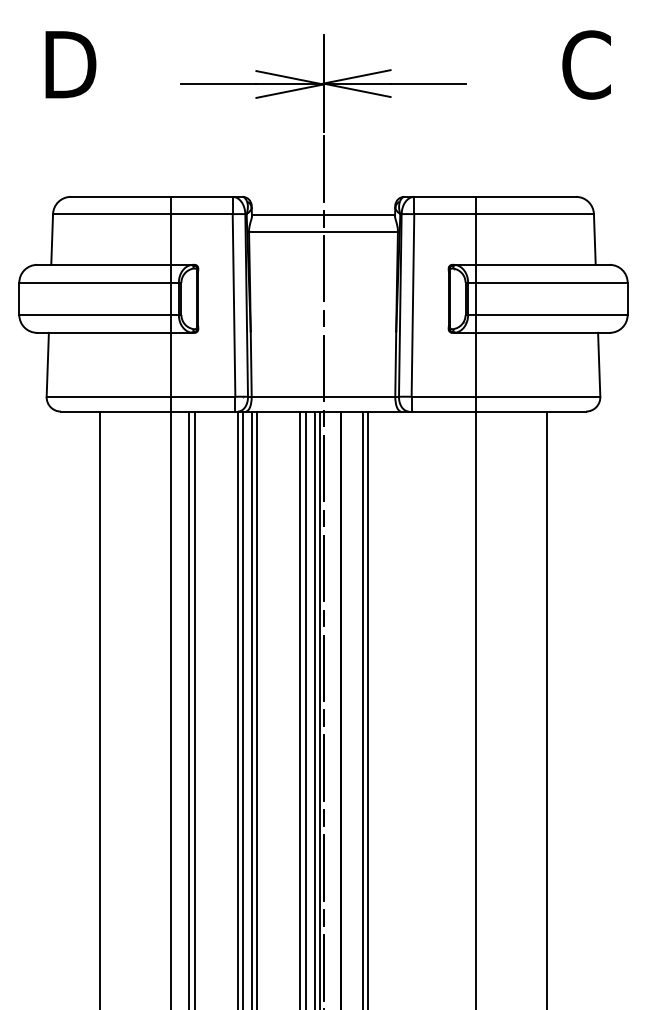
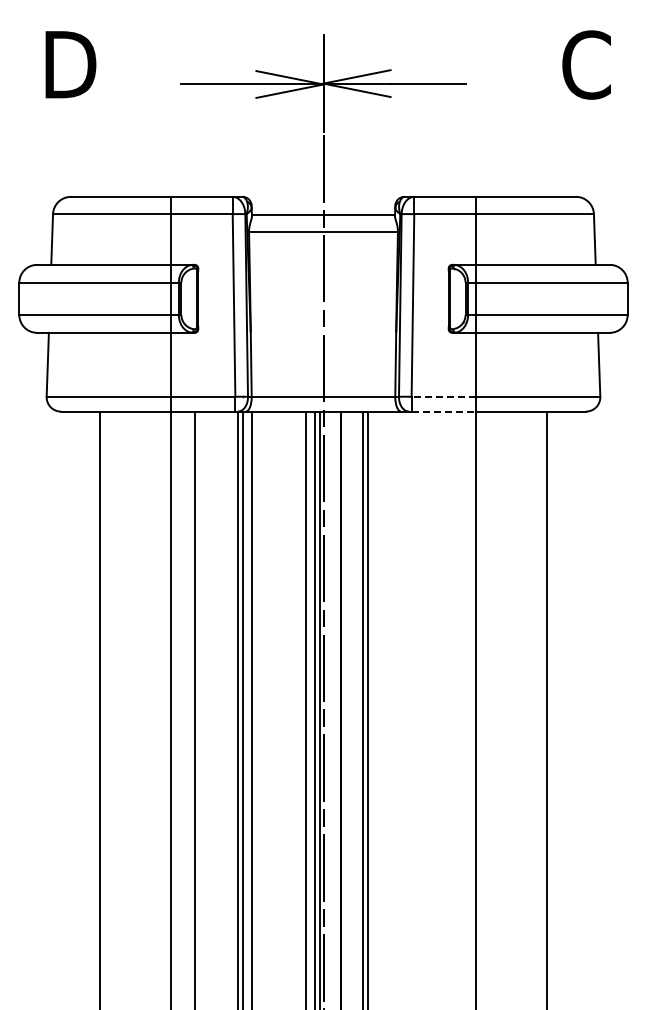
line at (443, 396): solid -> dashed
line at (443, 411): solid -> dashed
line at (189, 708): present -> none
line at (257, 708): present -> none
line at (300, 708): present -> none
